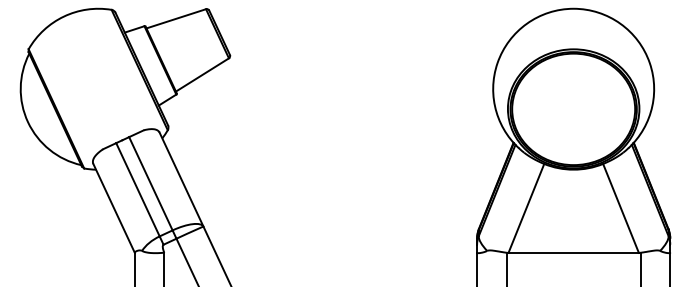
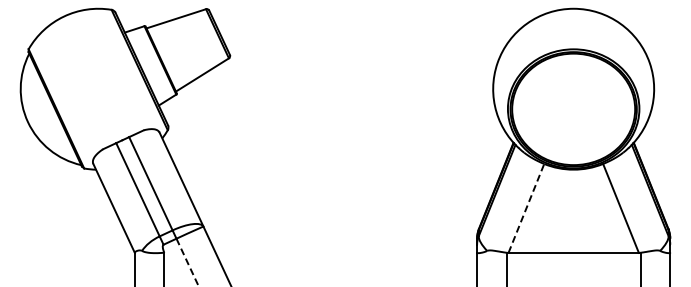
line at (526, 208): solid -> dashed
line at (187, 262): solid -> dashed
